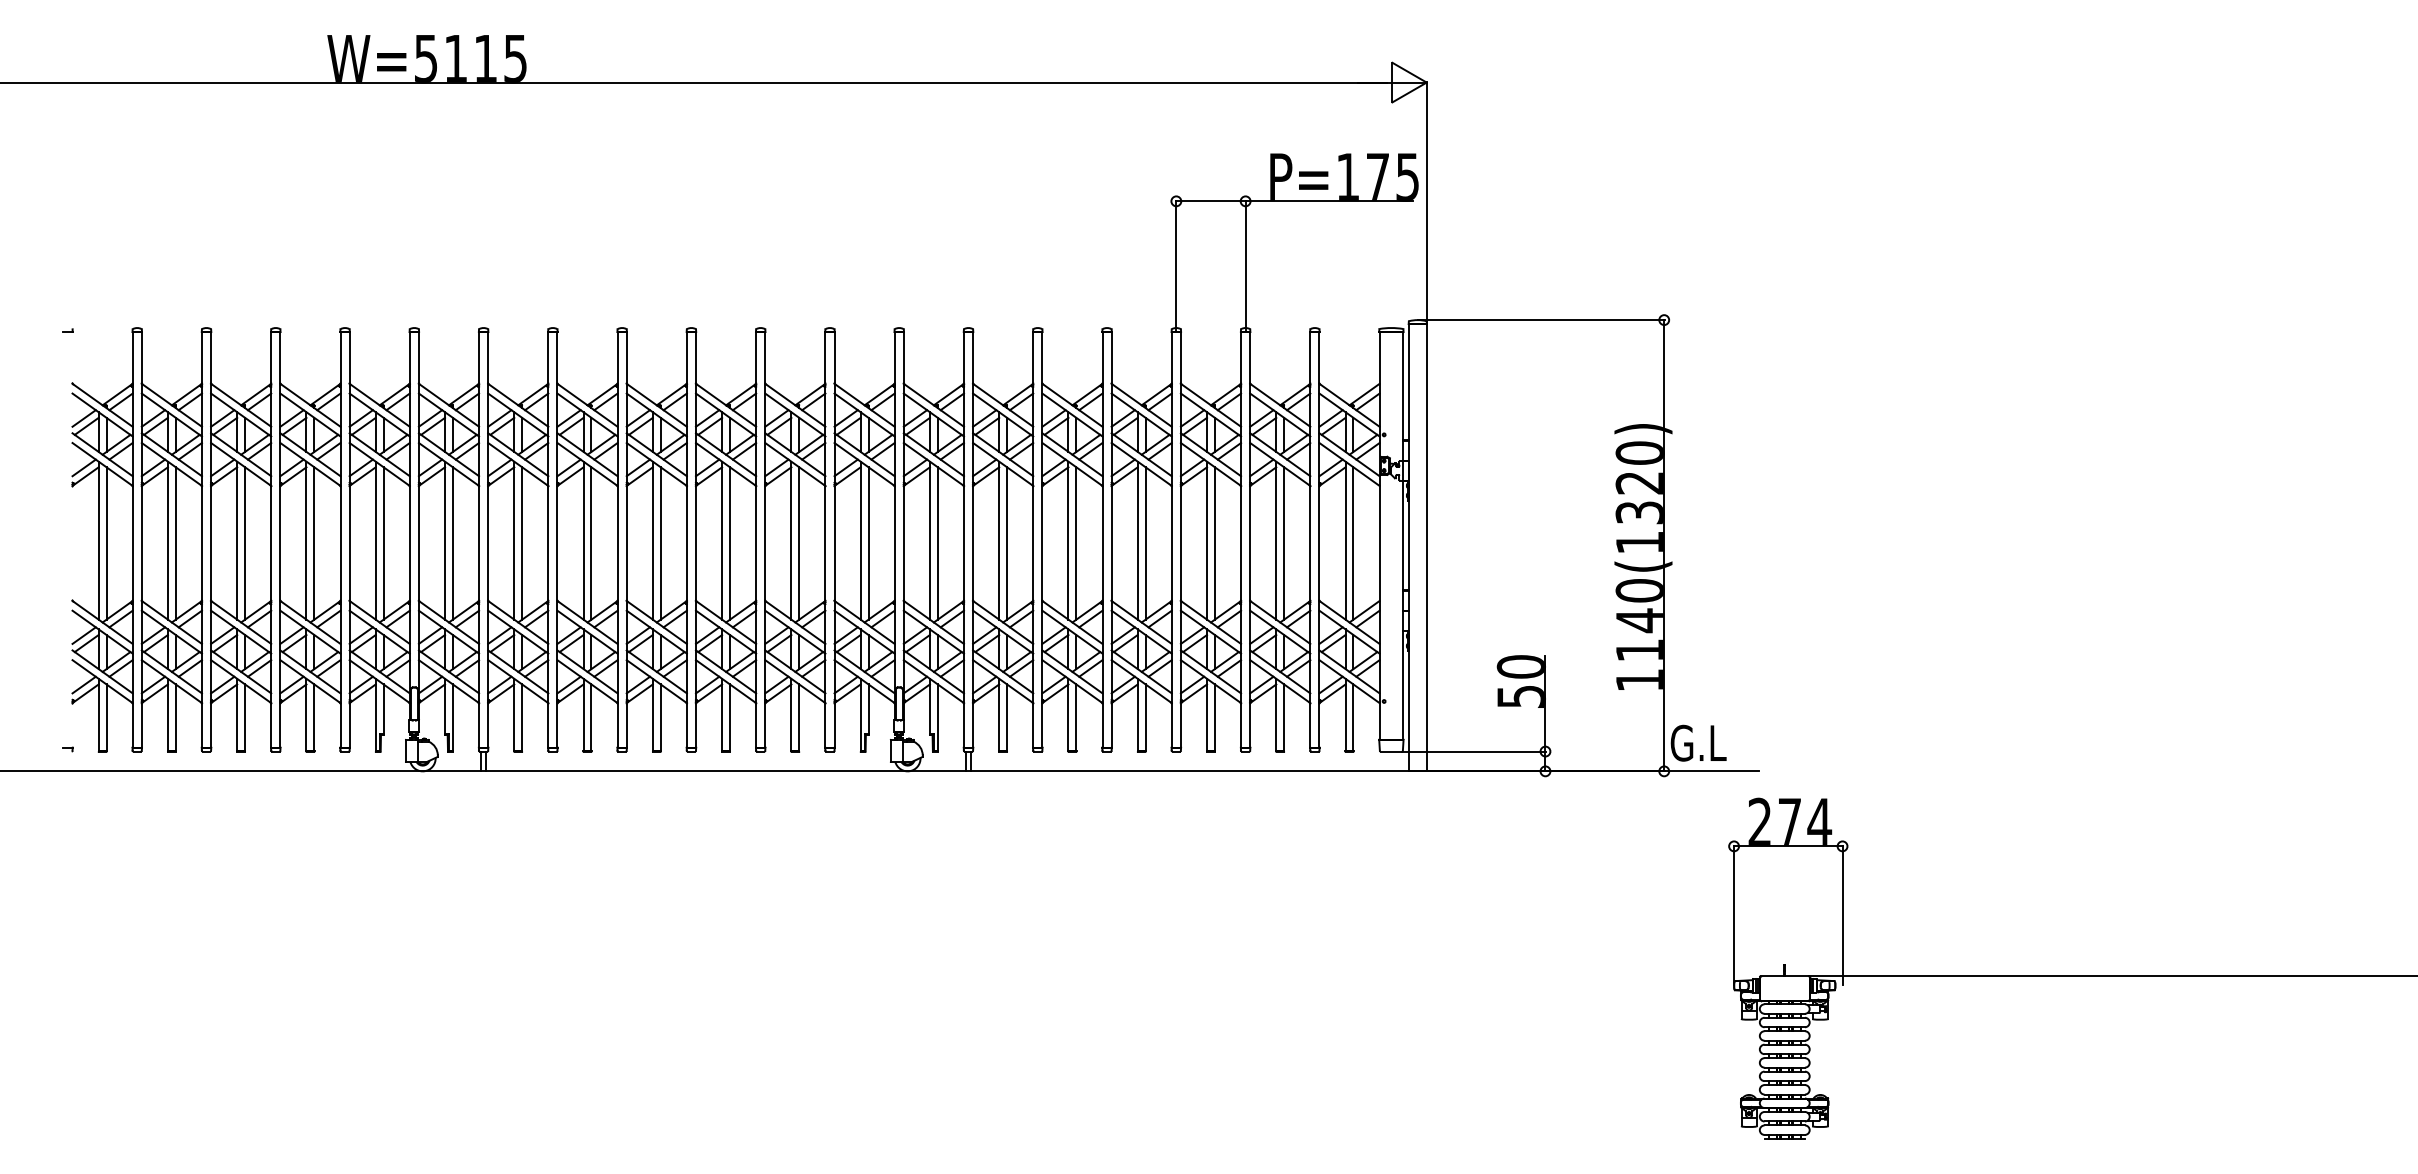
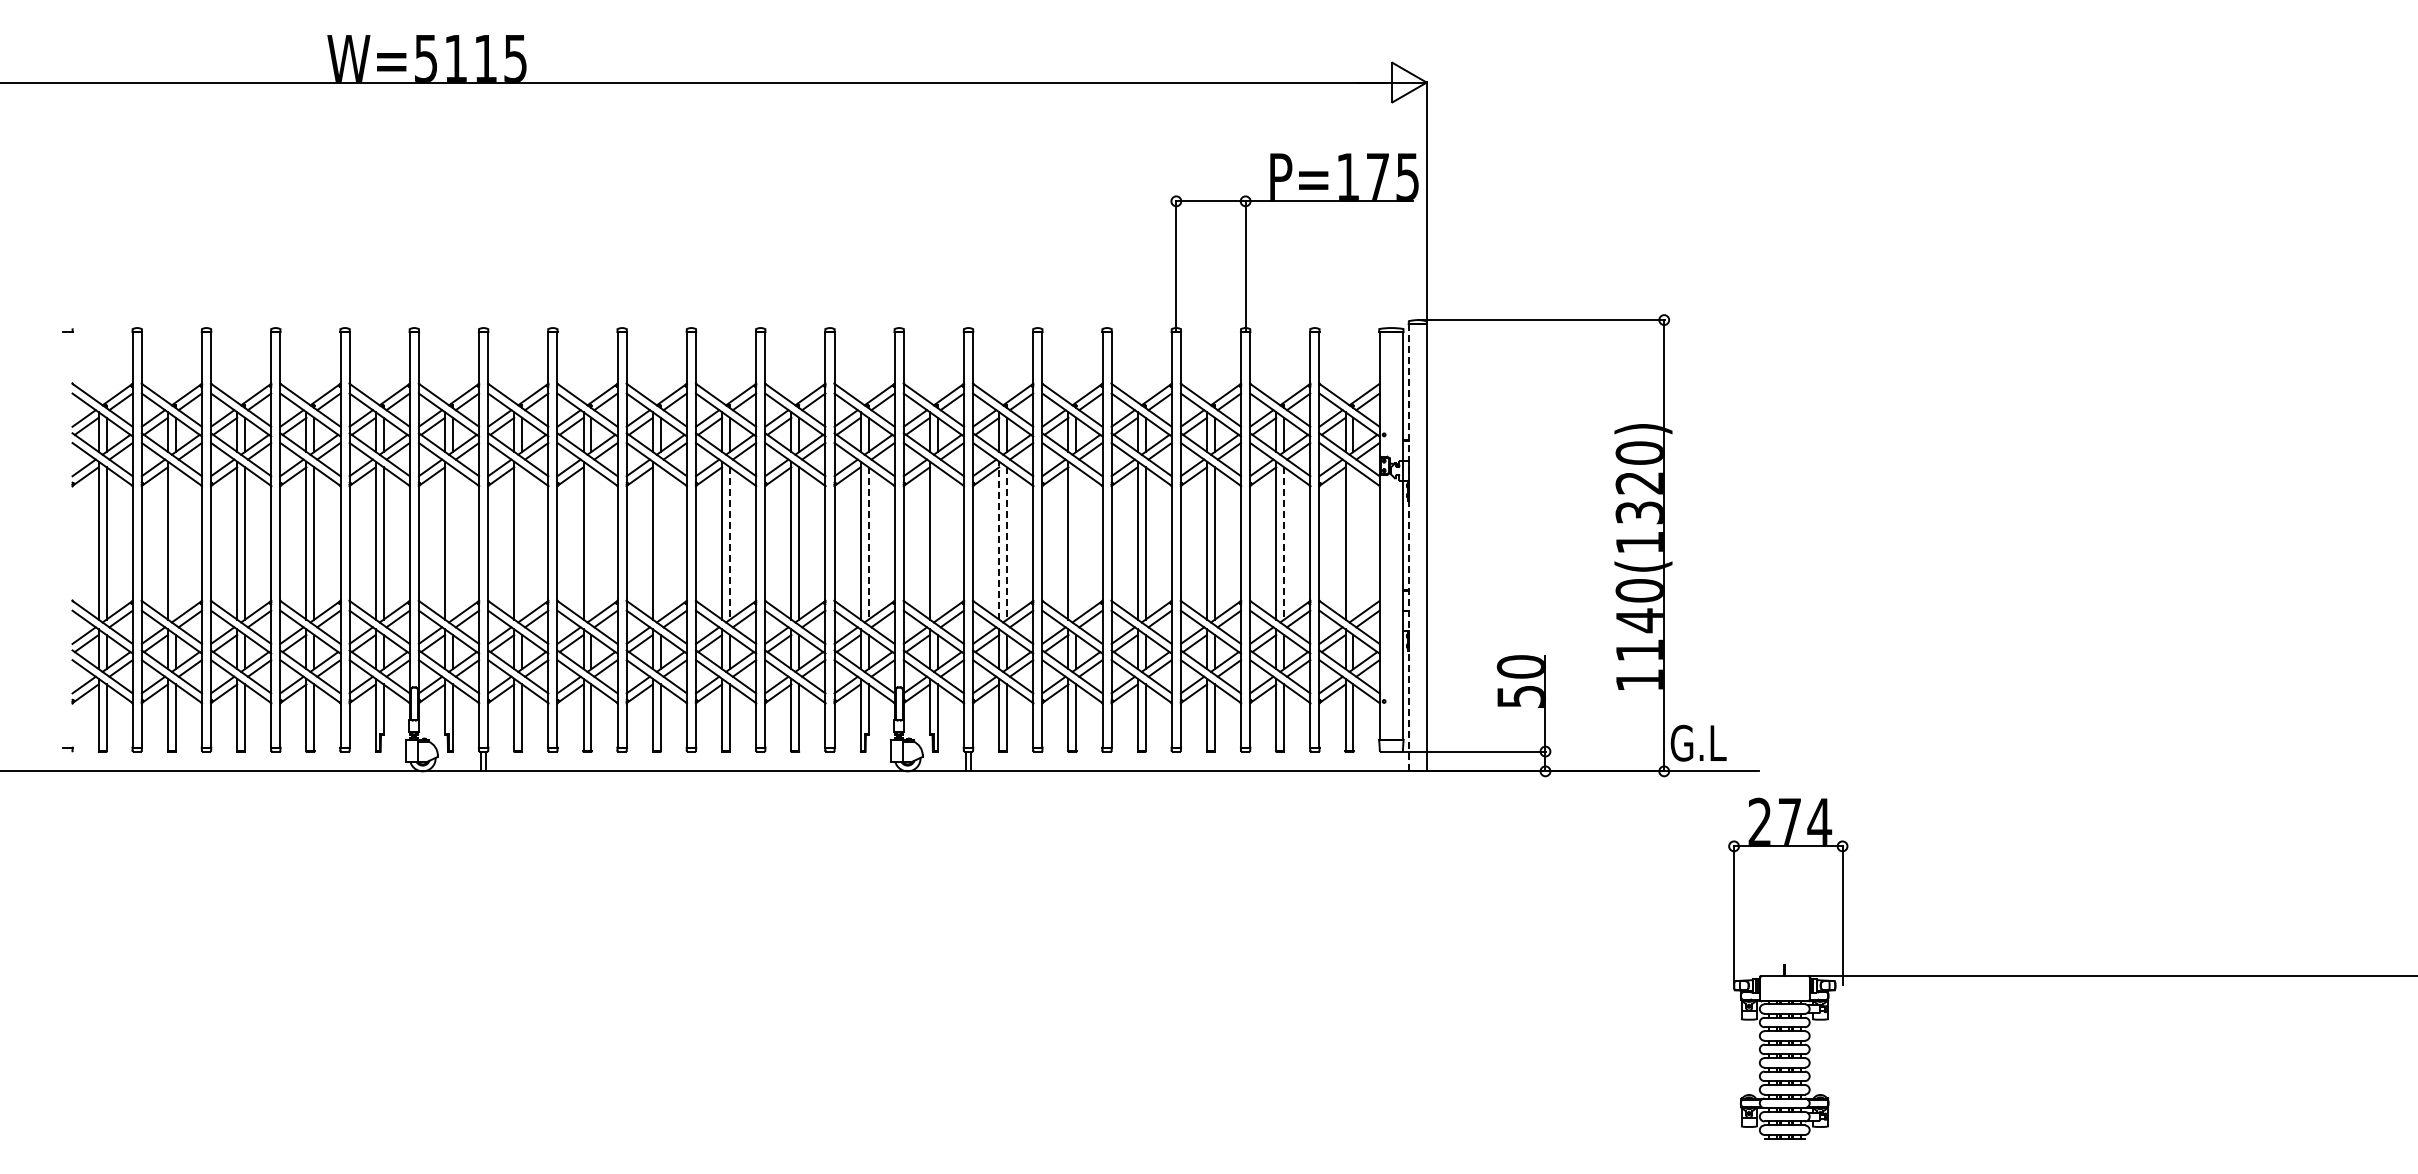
line at (999, 540): solid -> dashed
line at (175, 543): present -> none
line at (452, 543): present -> none
line at (522, 543): present -> none
line at (591, 543): present -> none
line at (660, 543): present -> none
line at (730, 543): solid -> dashed
line at (868, 543): solid -> dashed
line at (937, 543): present -> none
line at (1007, 543): solid -> dashed
line at (1076, 543): present -> none
line at (1284, 543): solid -> dashed
line at (1353, 543): present -> none
line at (1408, 547): solid -> dashed
